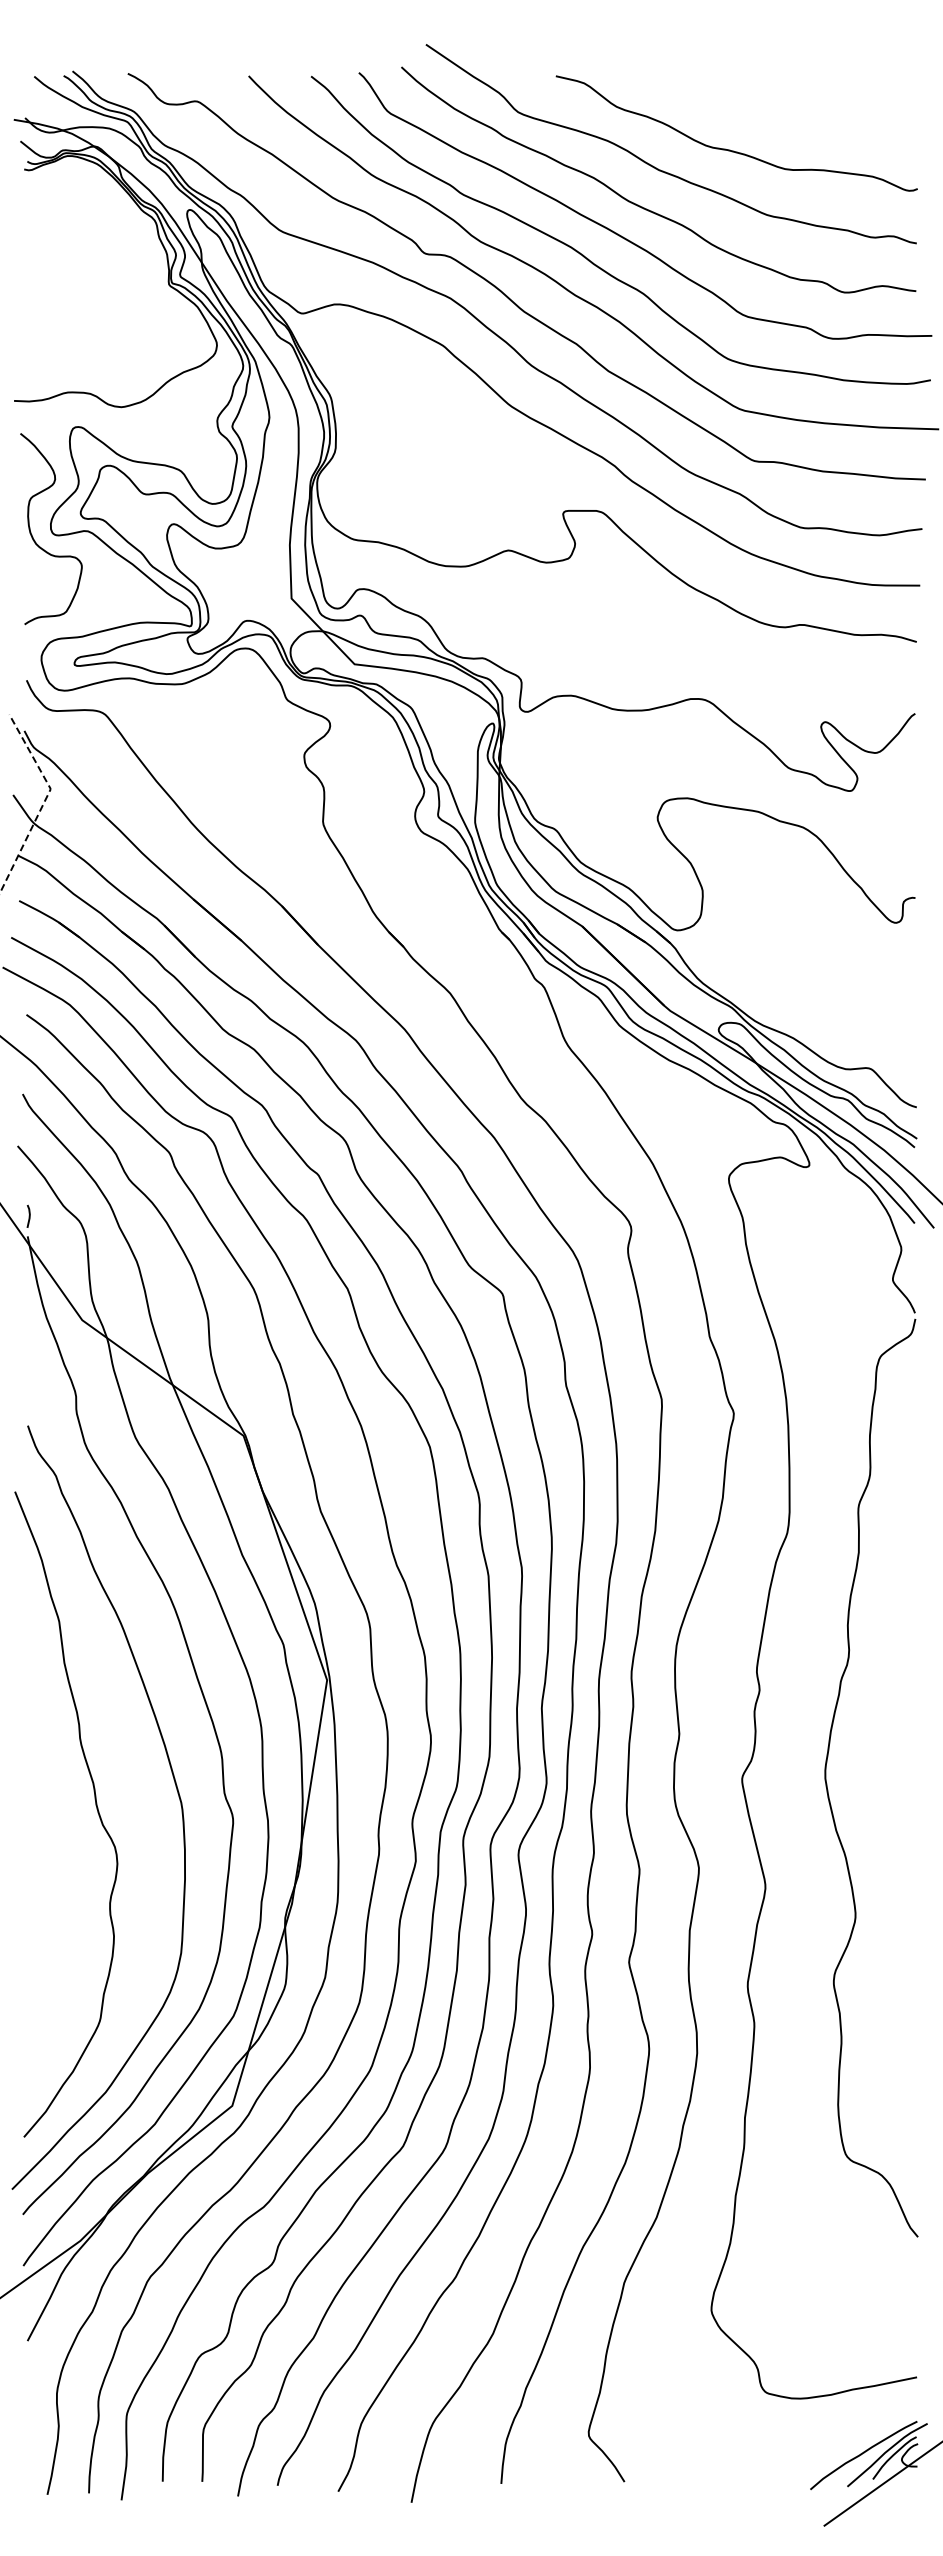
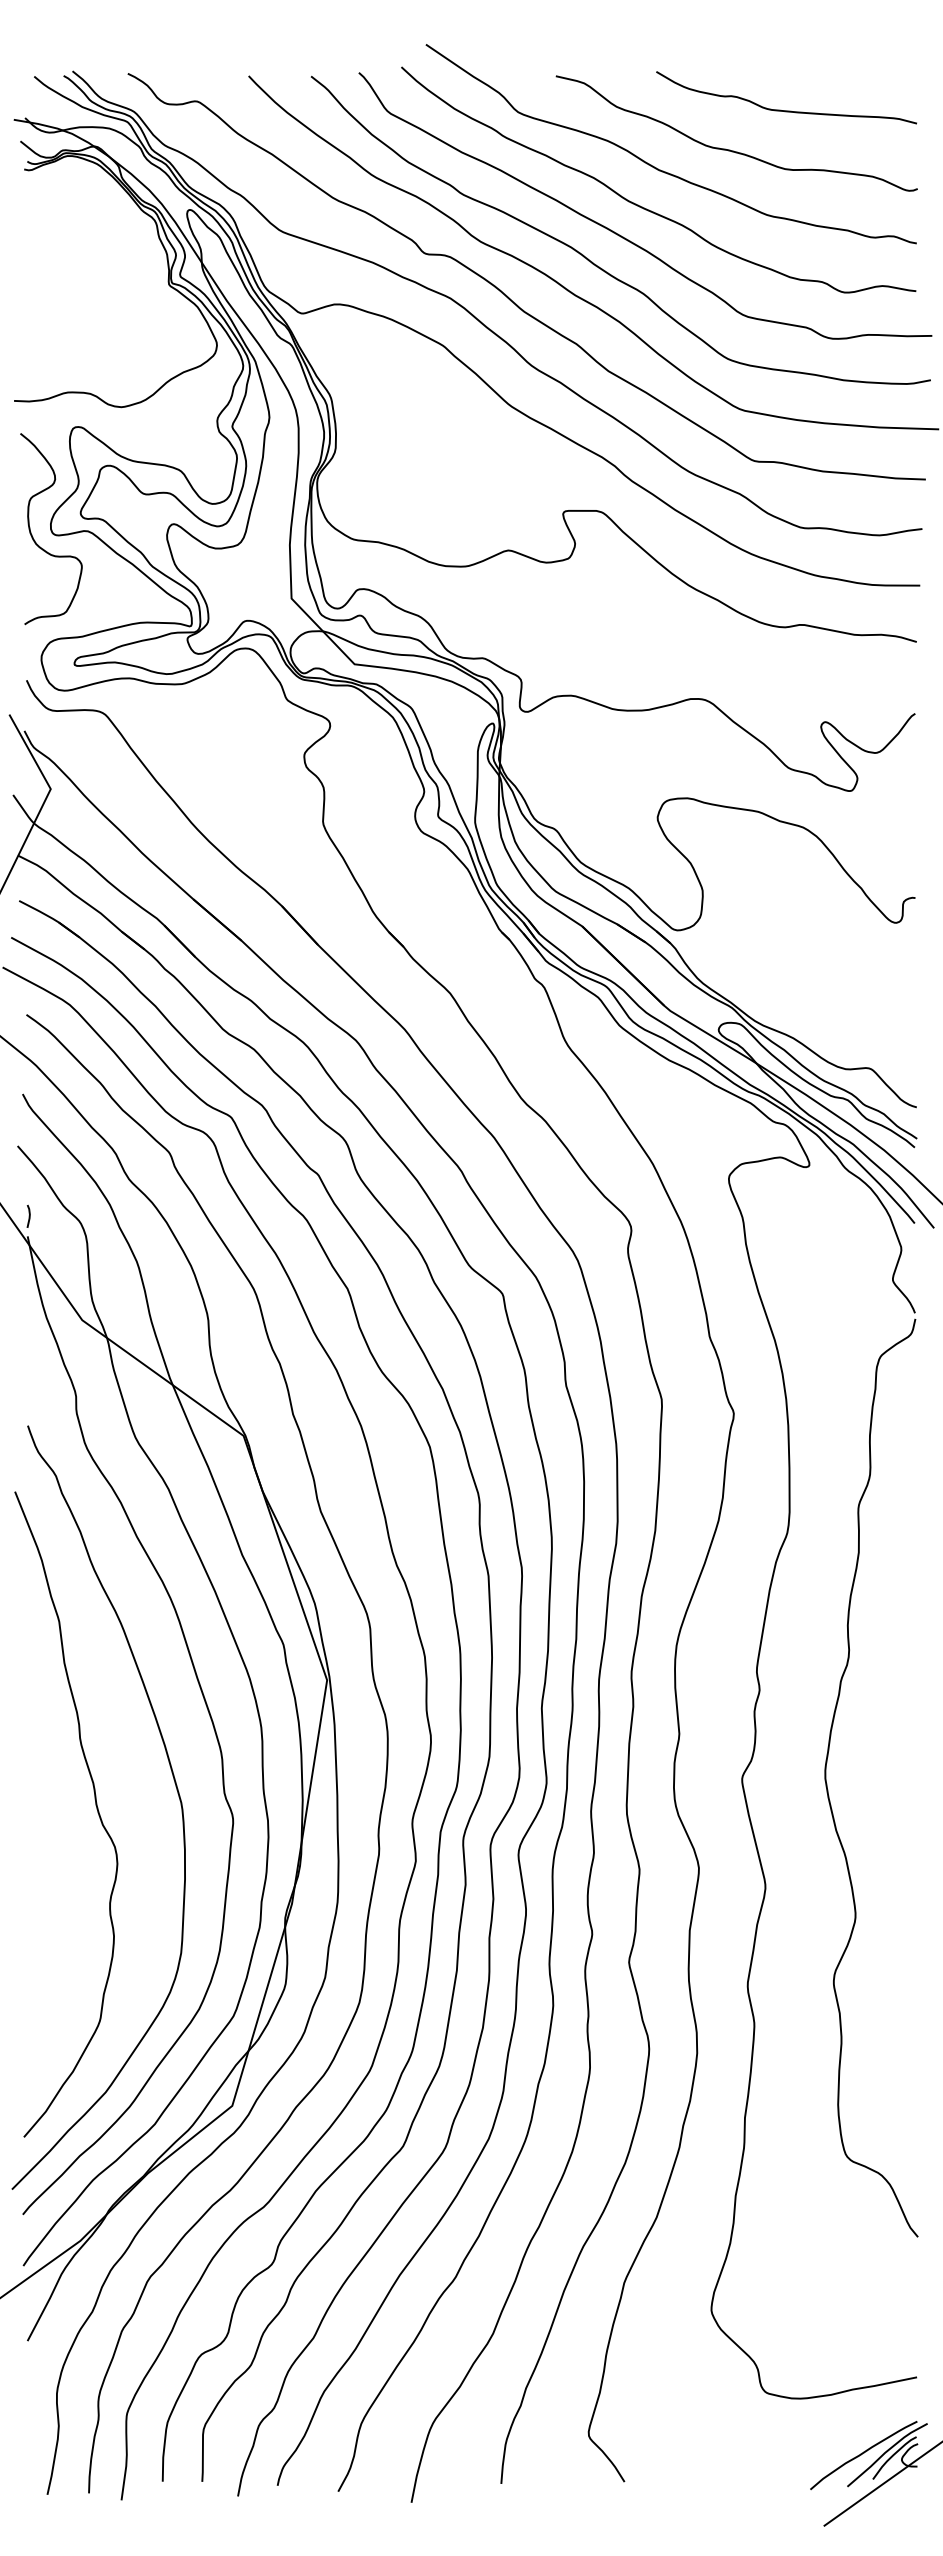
curve at (786, 110): none -> present
line at (44, 801): dashed -> solid
